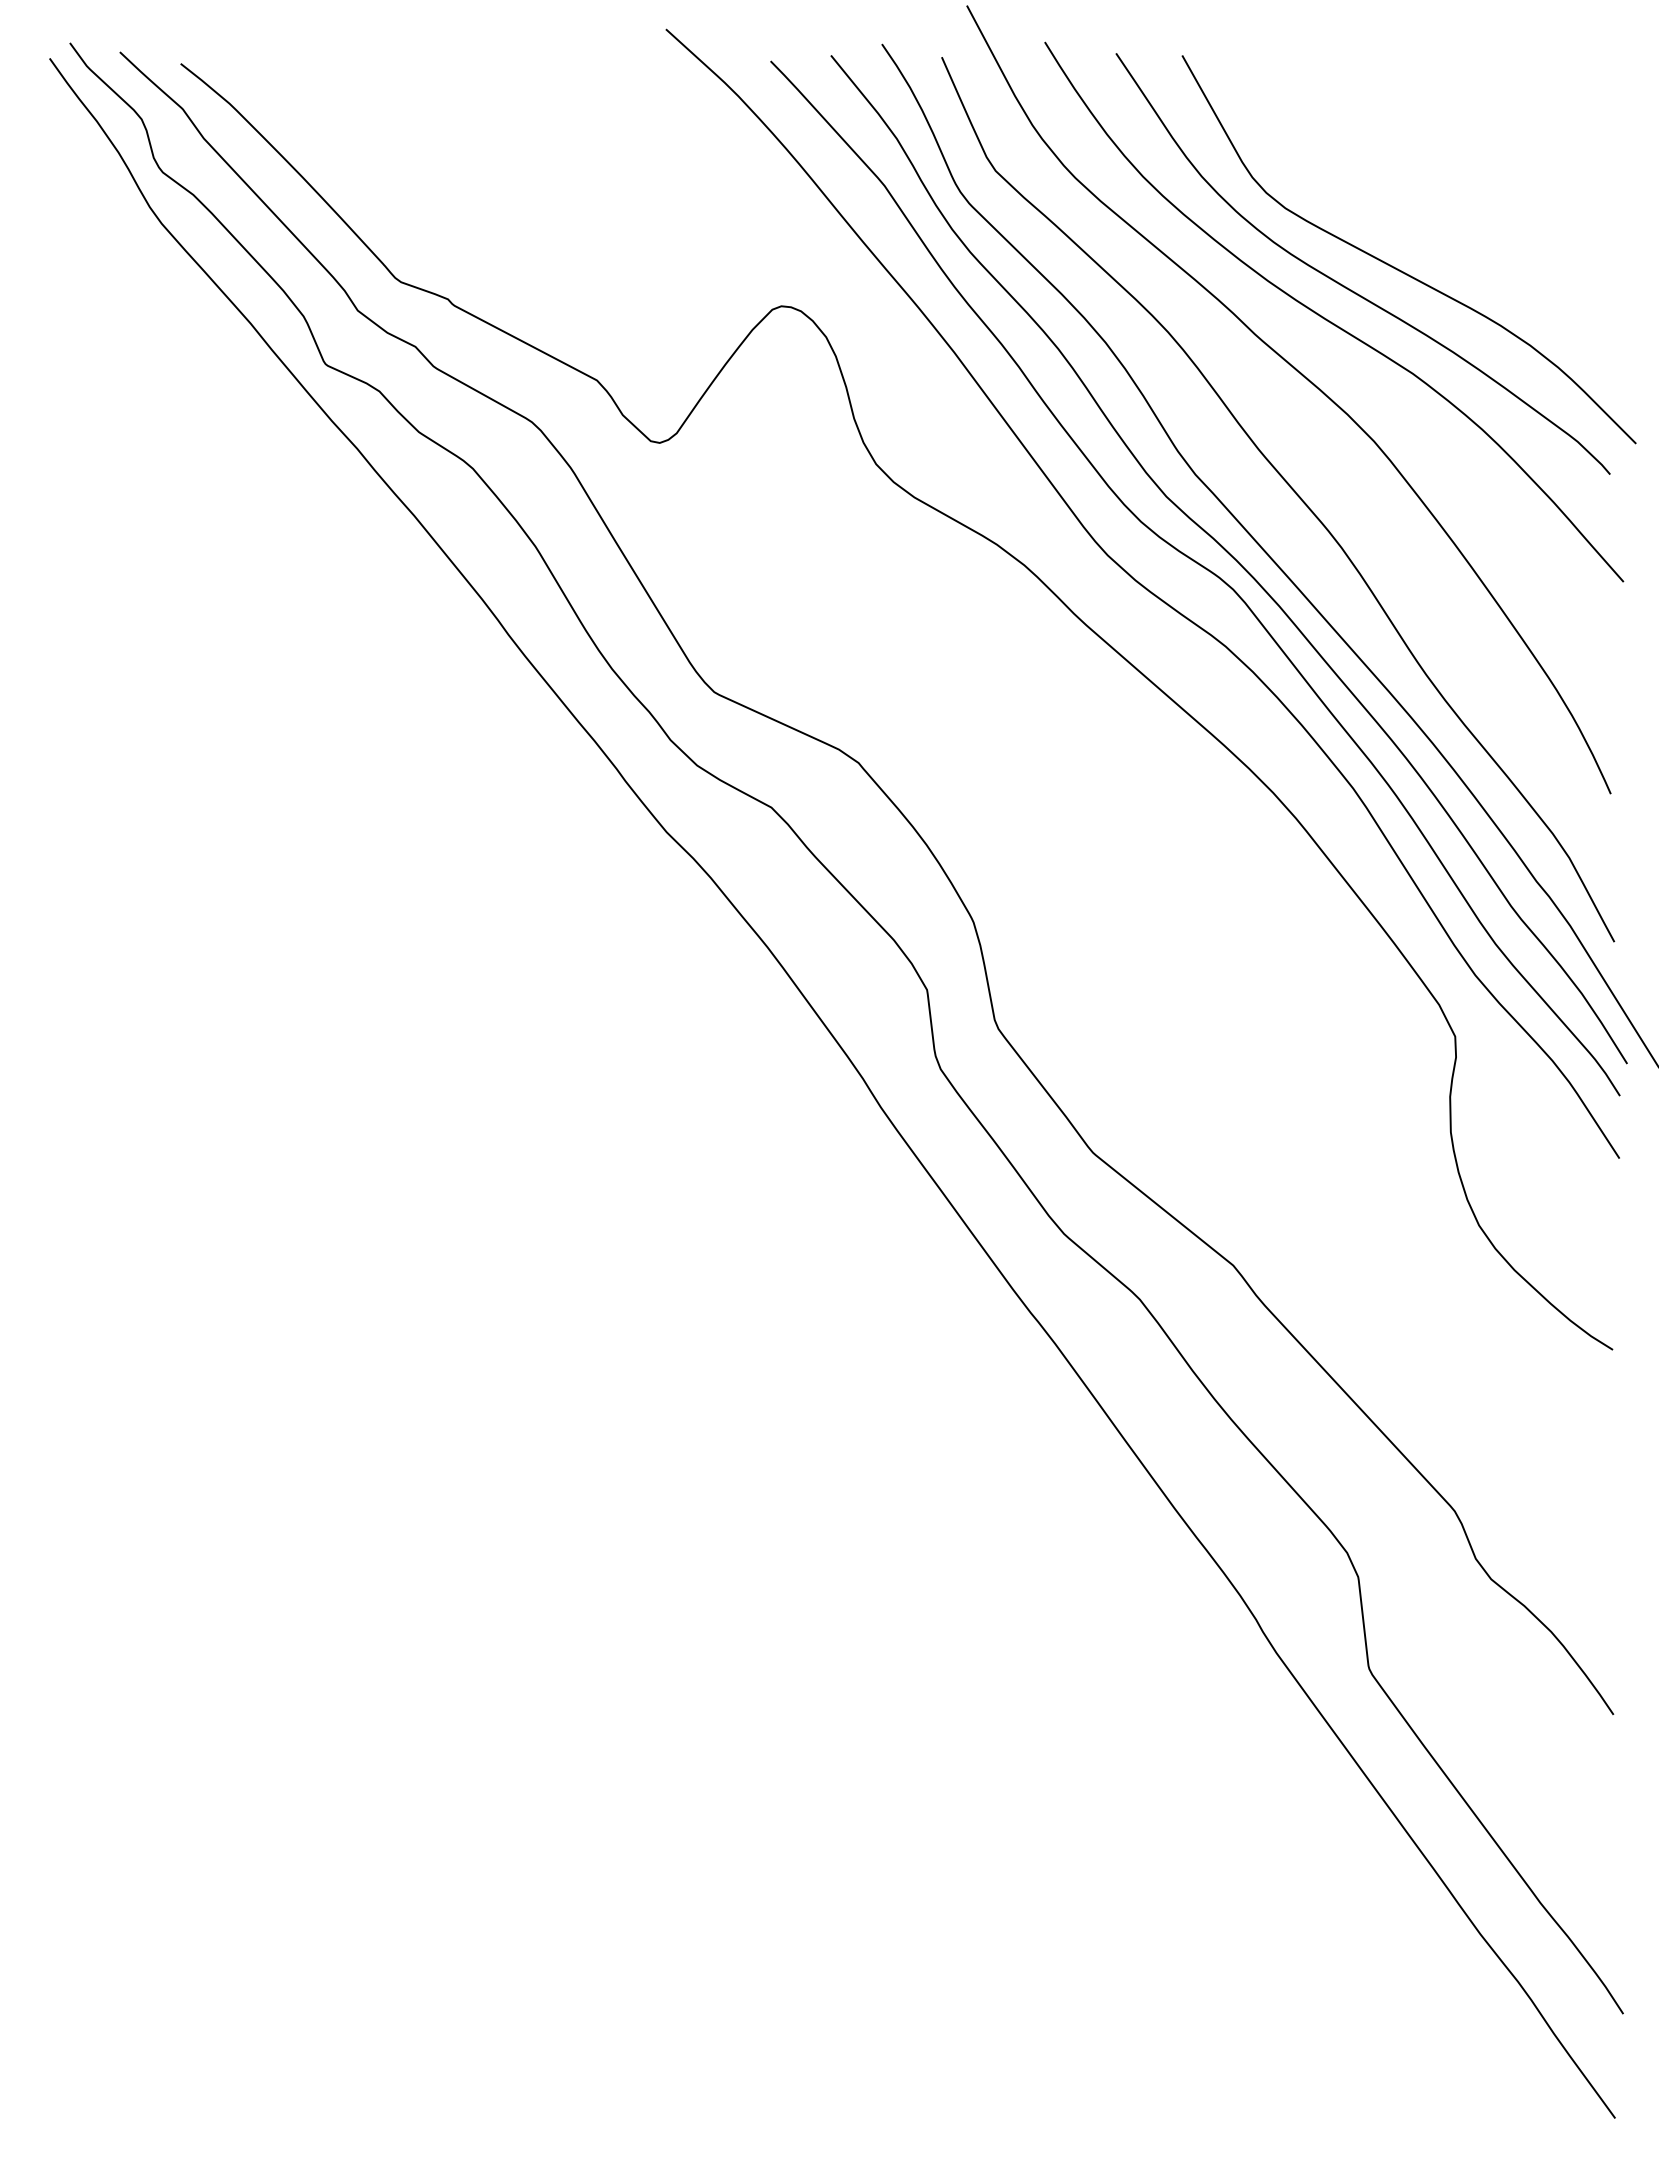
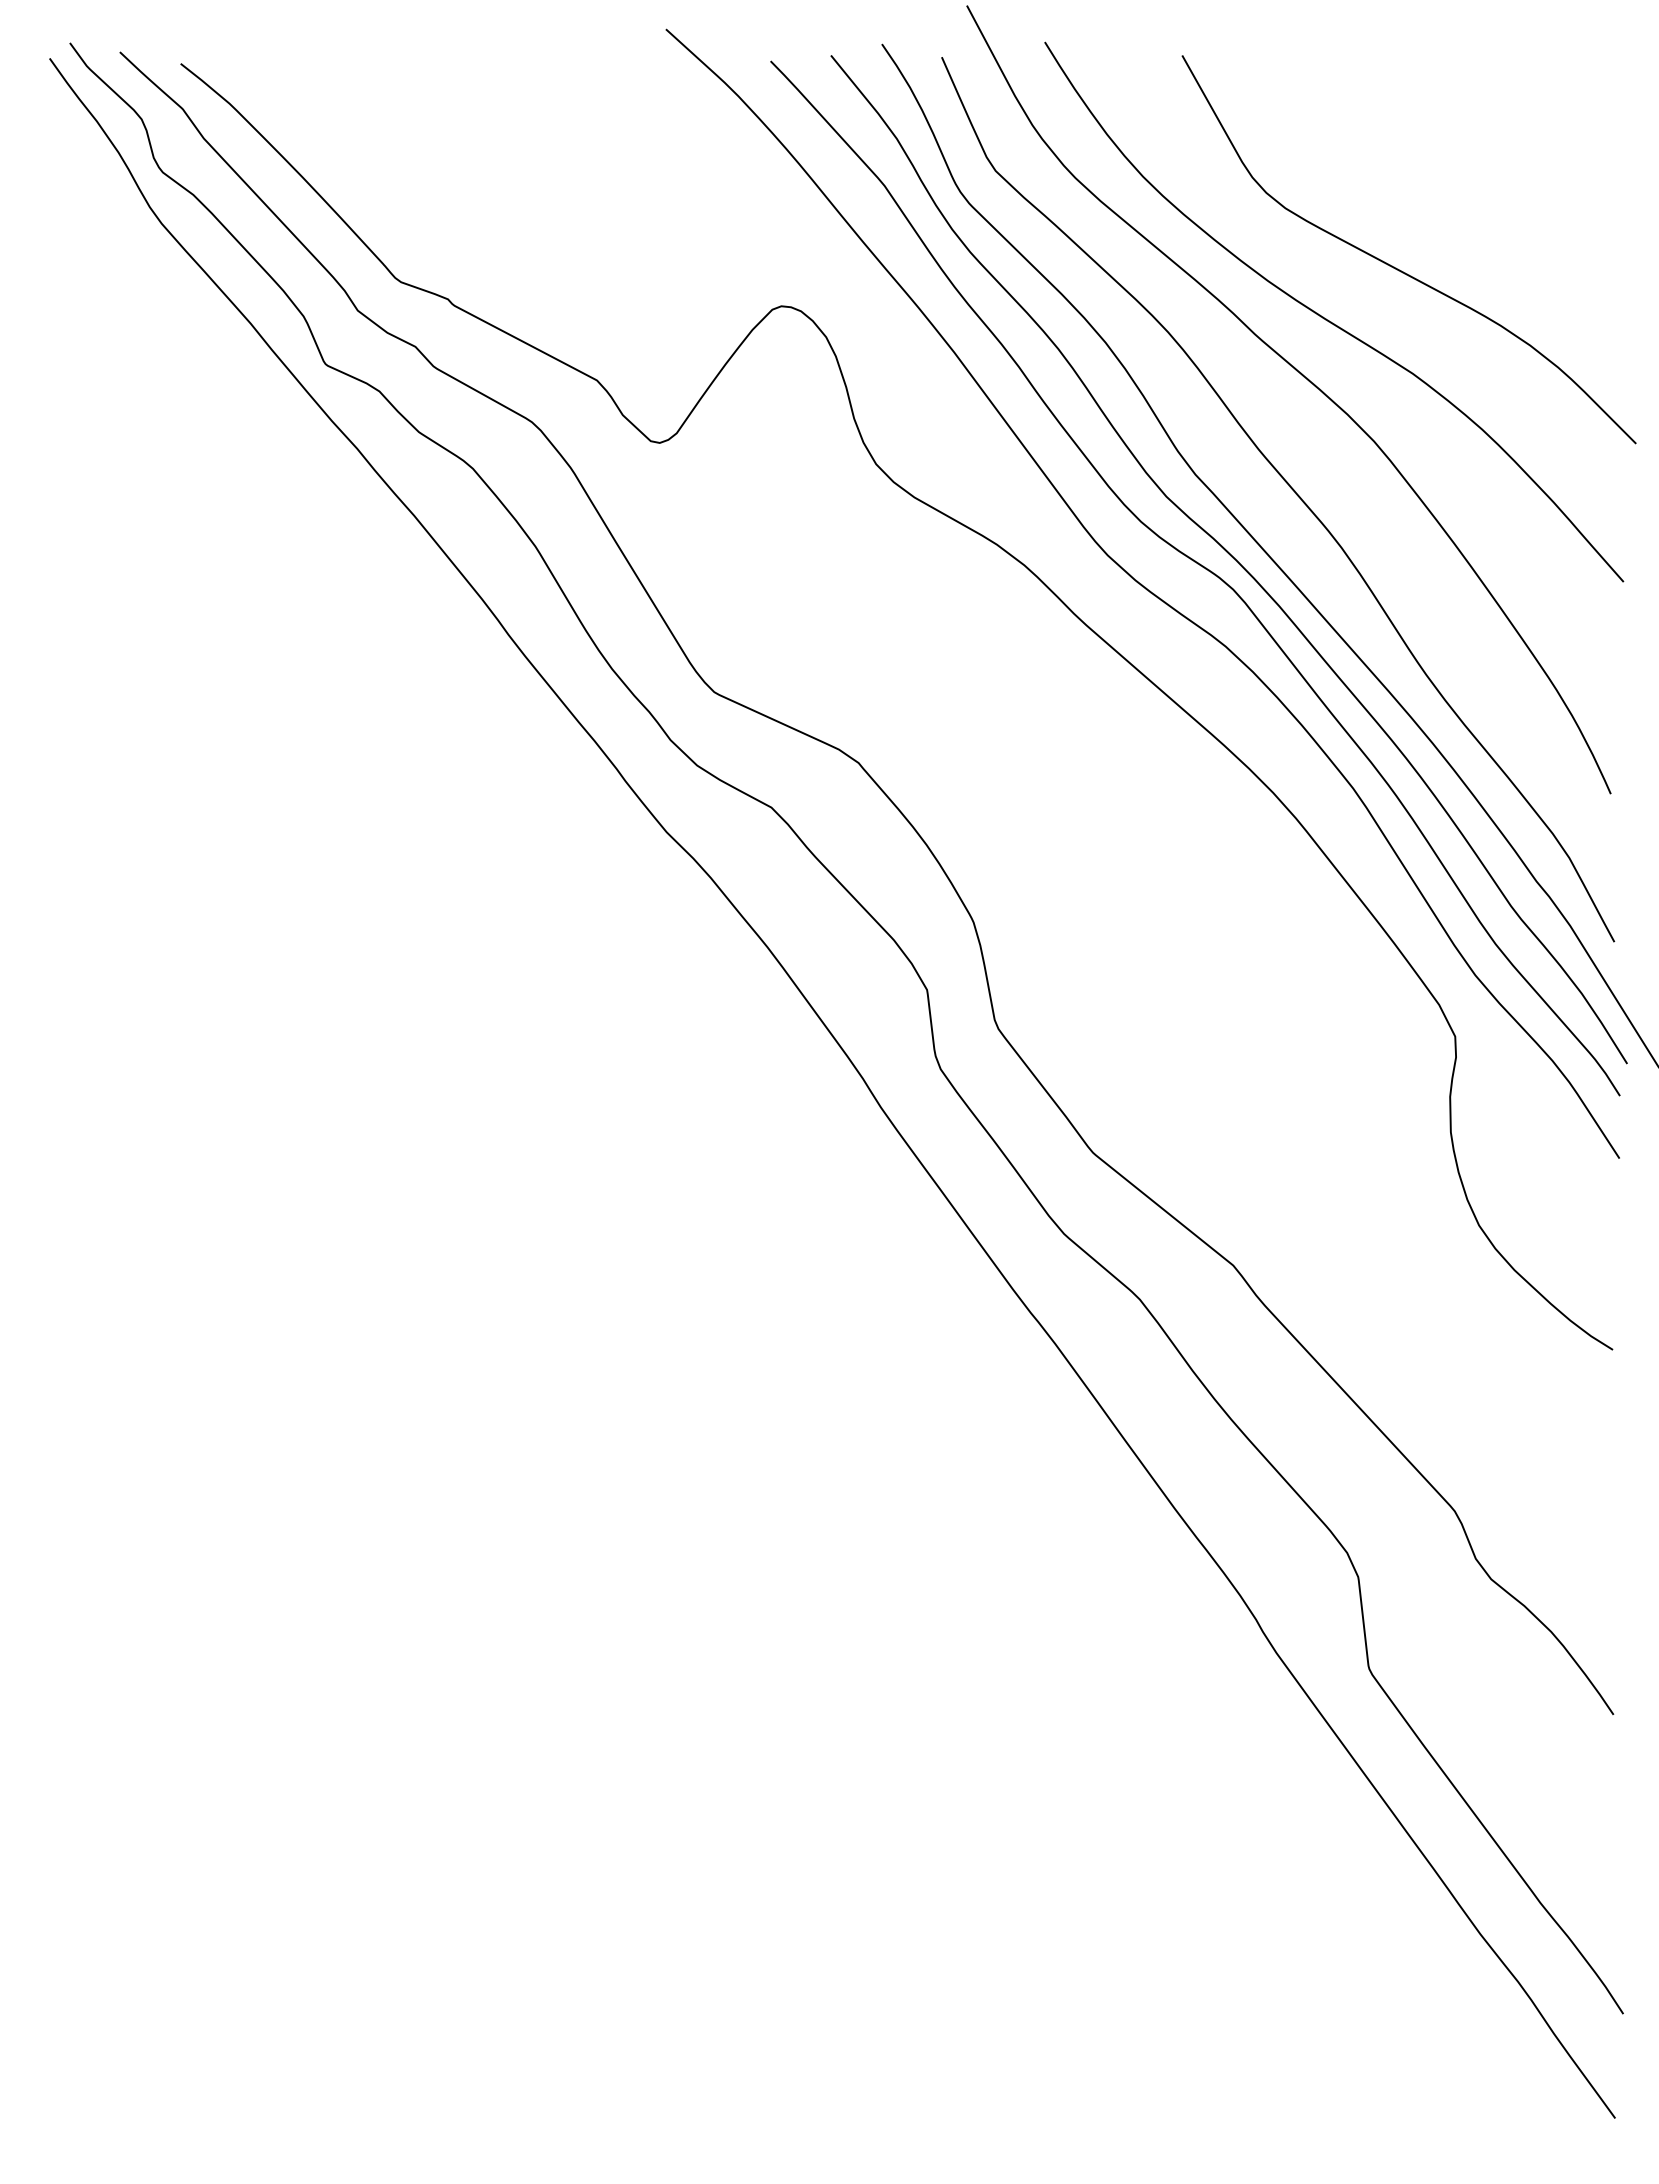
curve at (1346, 286): present -> none
